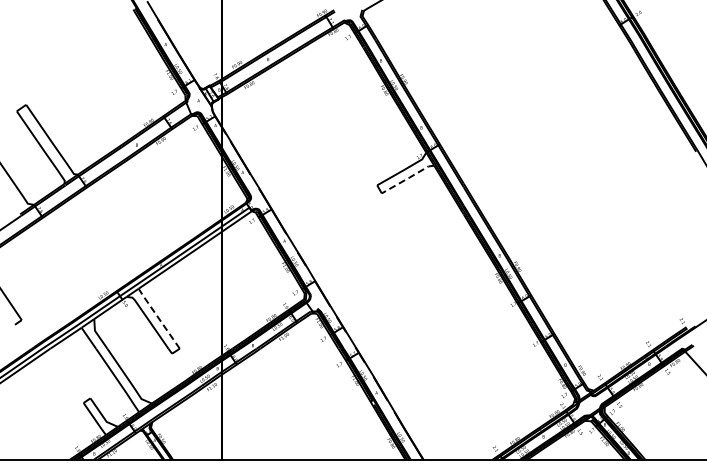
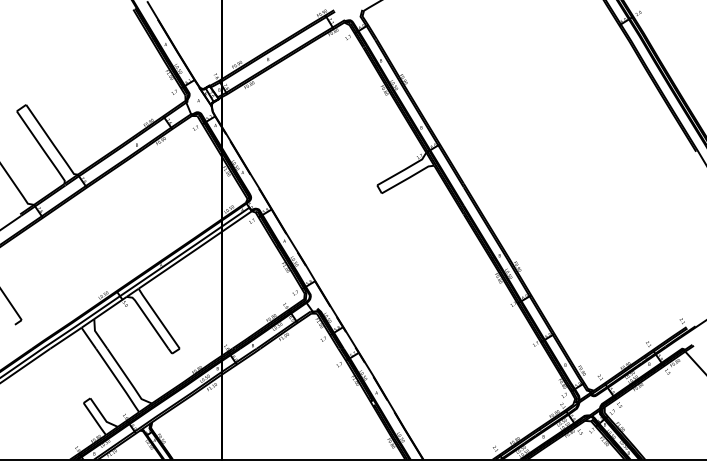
line at (408, 178): dashed -> solid
line at (158, 317): dashed -> solid
